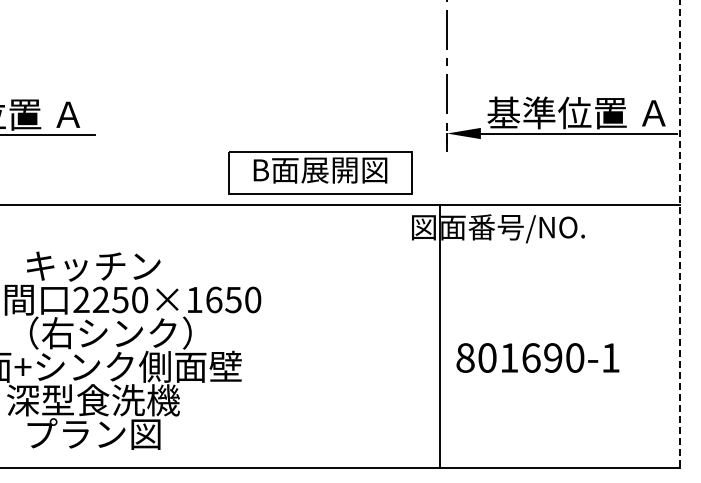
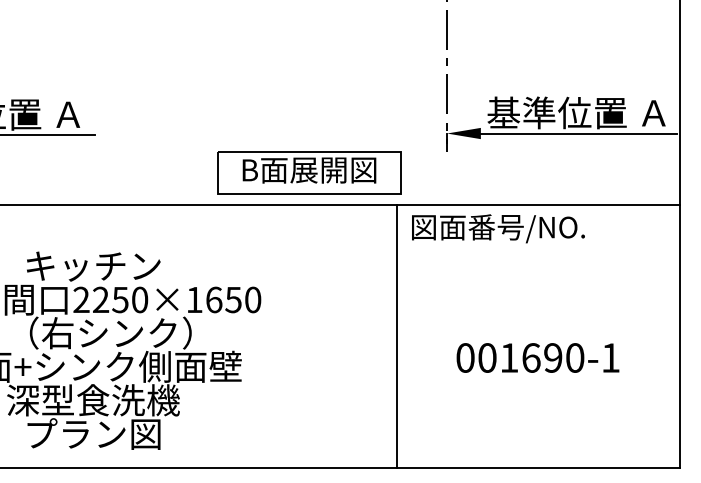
part at (320, 172) position: (320, 172) -> (309, 172)
line at (679, 234): dashed -> solid
line at (439, 336) position: (439, 336) -> (396, 336)
text at (465, 357): 801690-1 -> 001690-1
